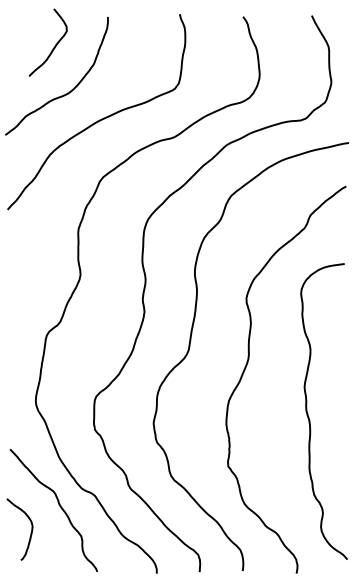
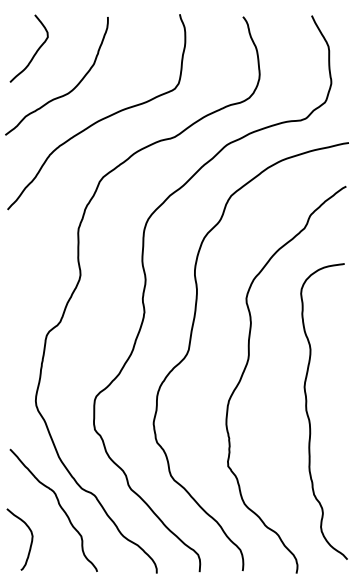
curve at (53, 47) position: (53, 47) -> (34, 53)
curve at (30, 532) position: (30, 532) -> (30, 542)
